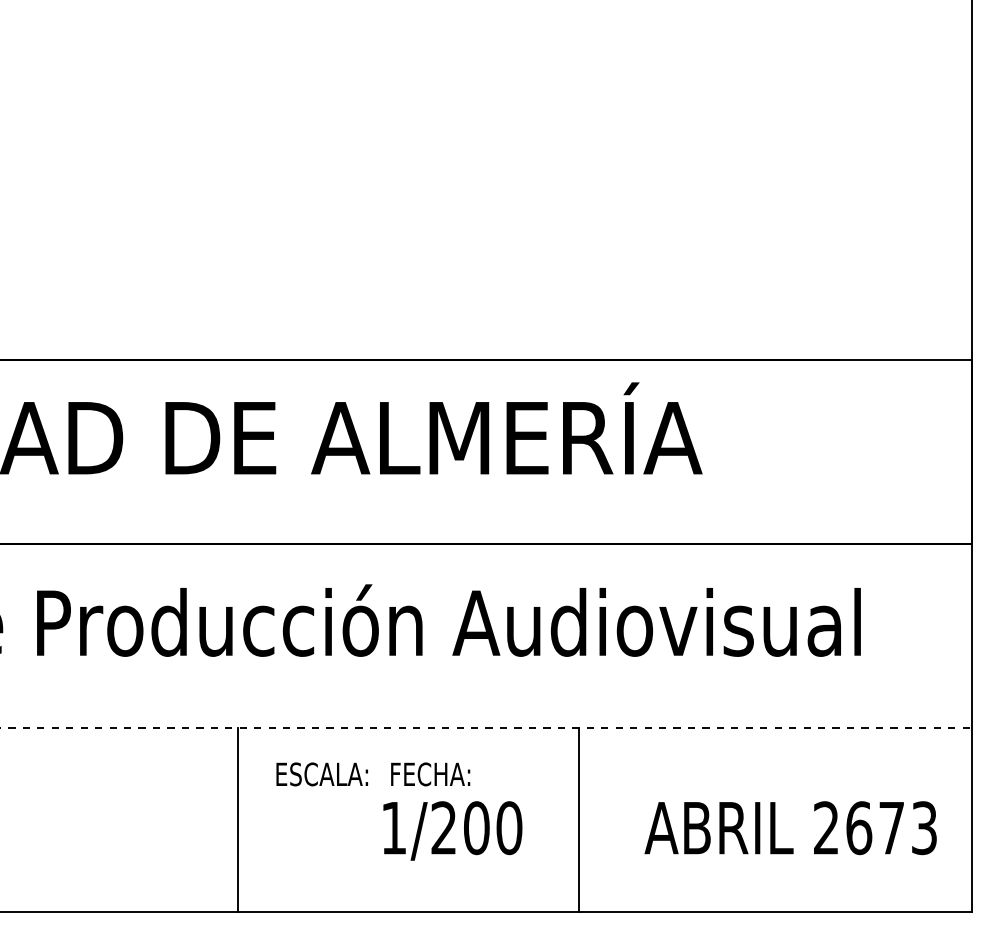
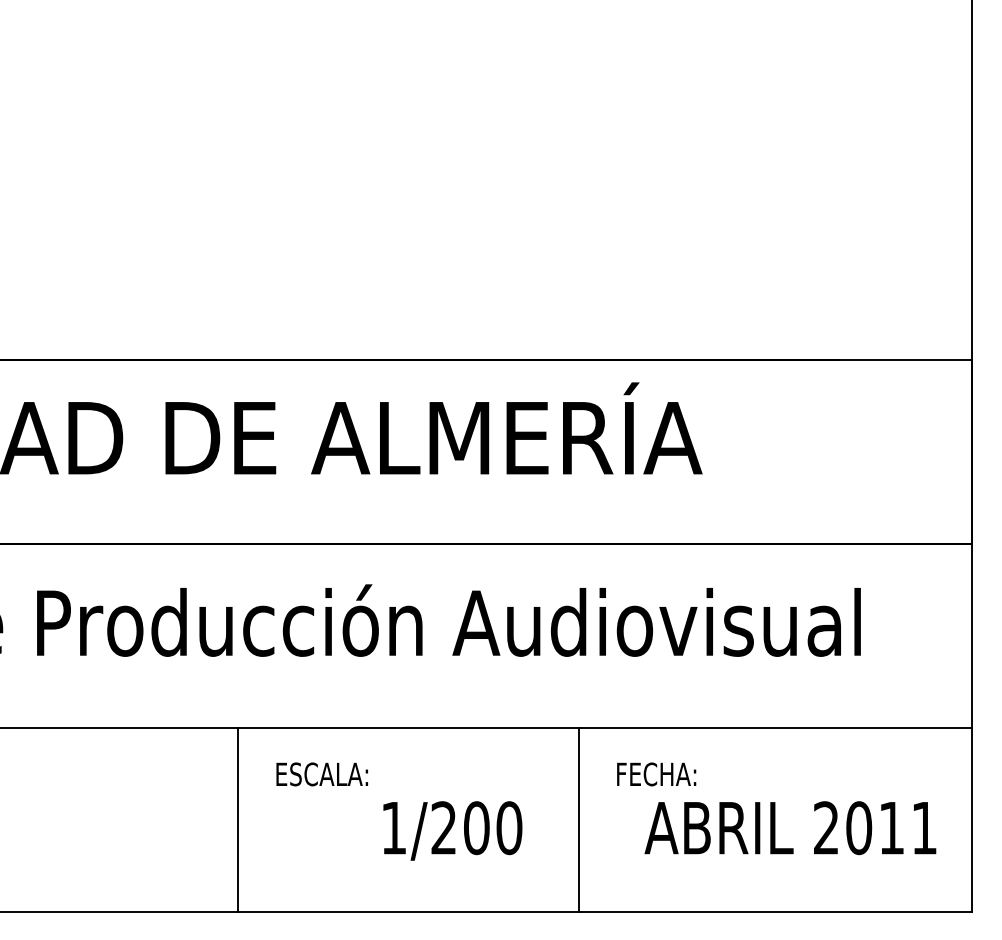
line at (486, 727): dashed -> solid
text at (430, 774) position: (430, 774) -> (656, 774)
text at (891, 828): 2673 -> 2011
